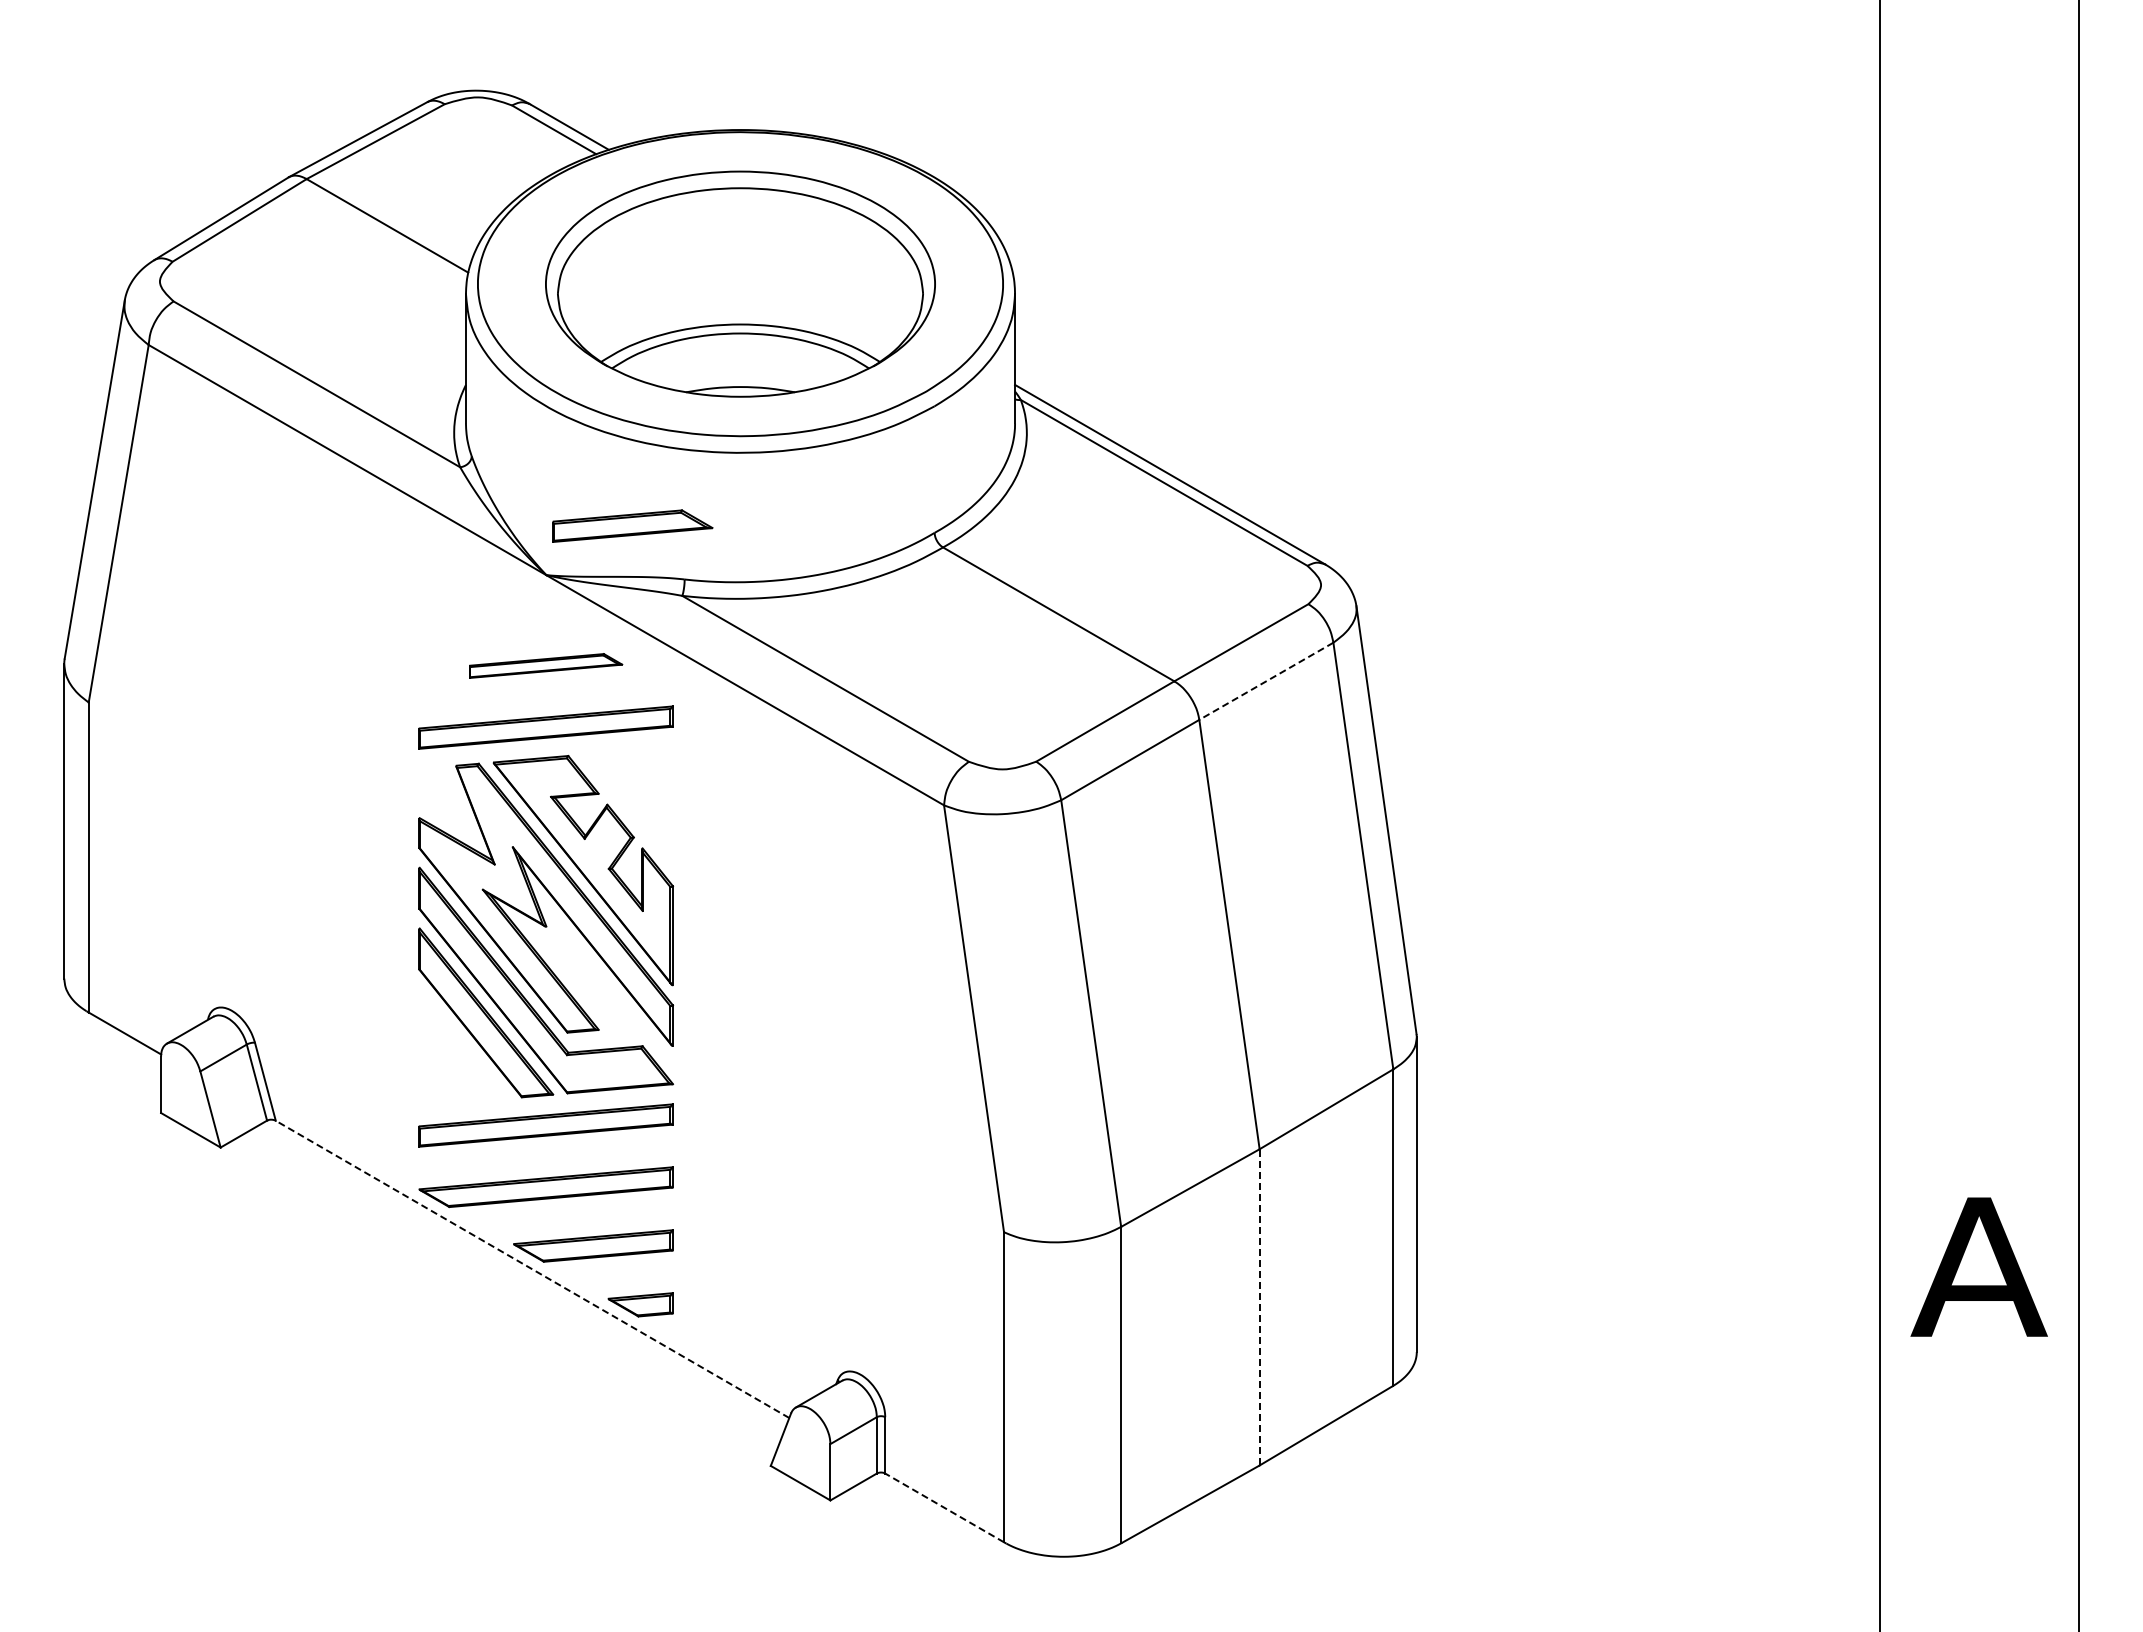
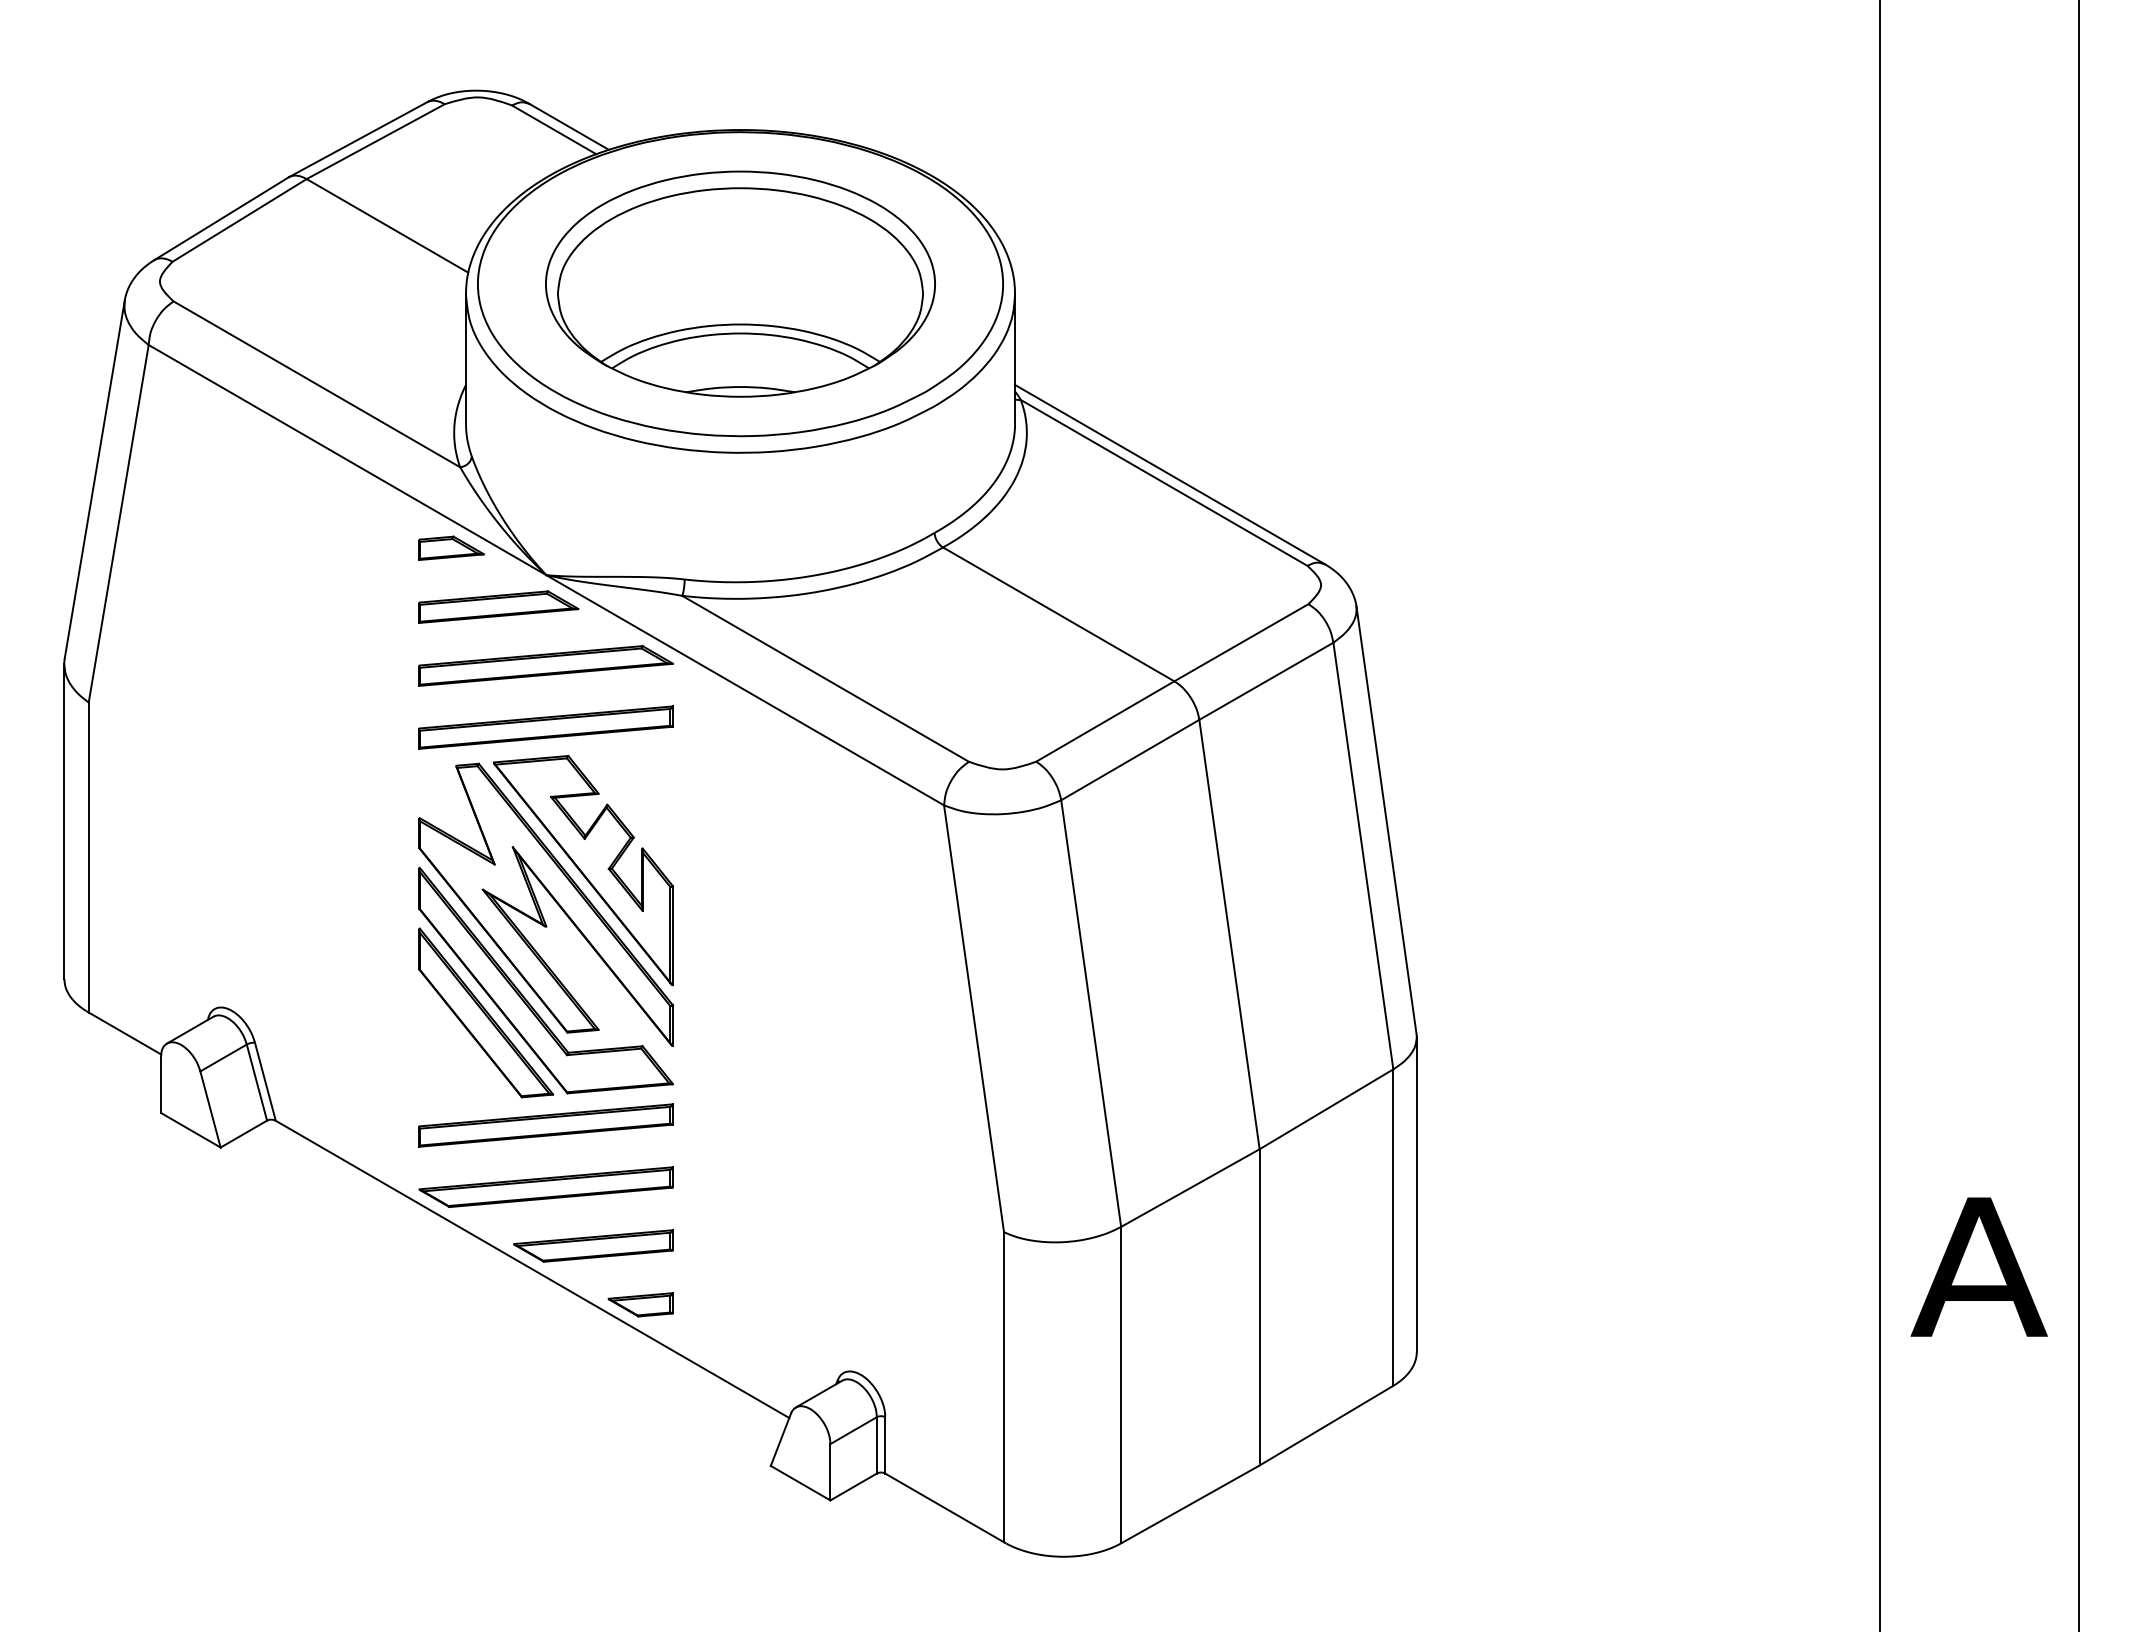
part at (632, 525) position: (632, 525) -> (498, 606)
part at (451, 547): none -> present
part at (546, 665) size: 155x26 px -> 256x42 px
line at (1265, 681): dashed -> solid
line at (532, 1269): dashed -> solid
line at (1259, 1306): dashed -> solid
line at (944, 1507): dashed -> solid
